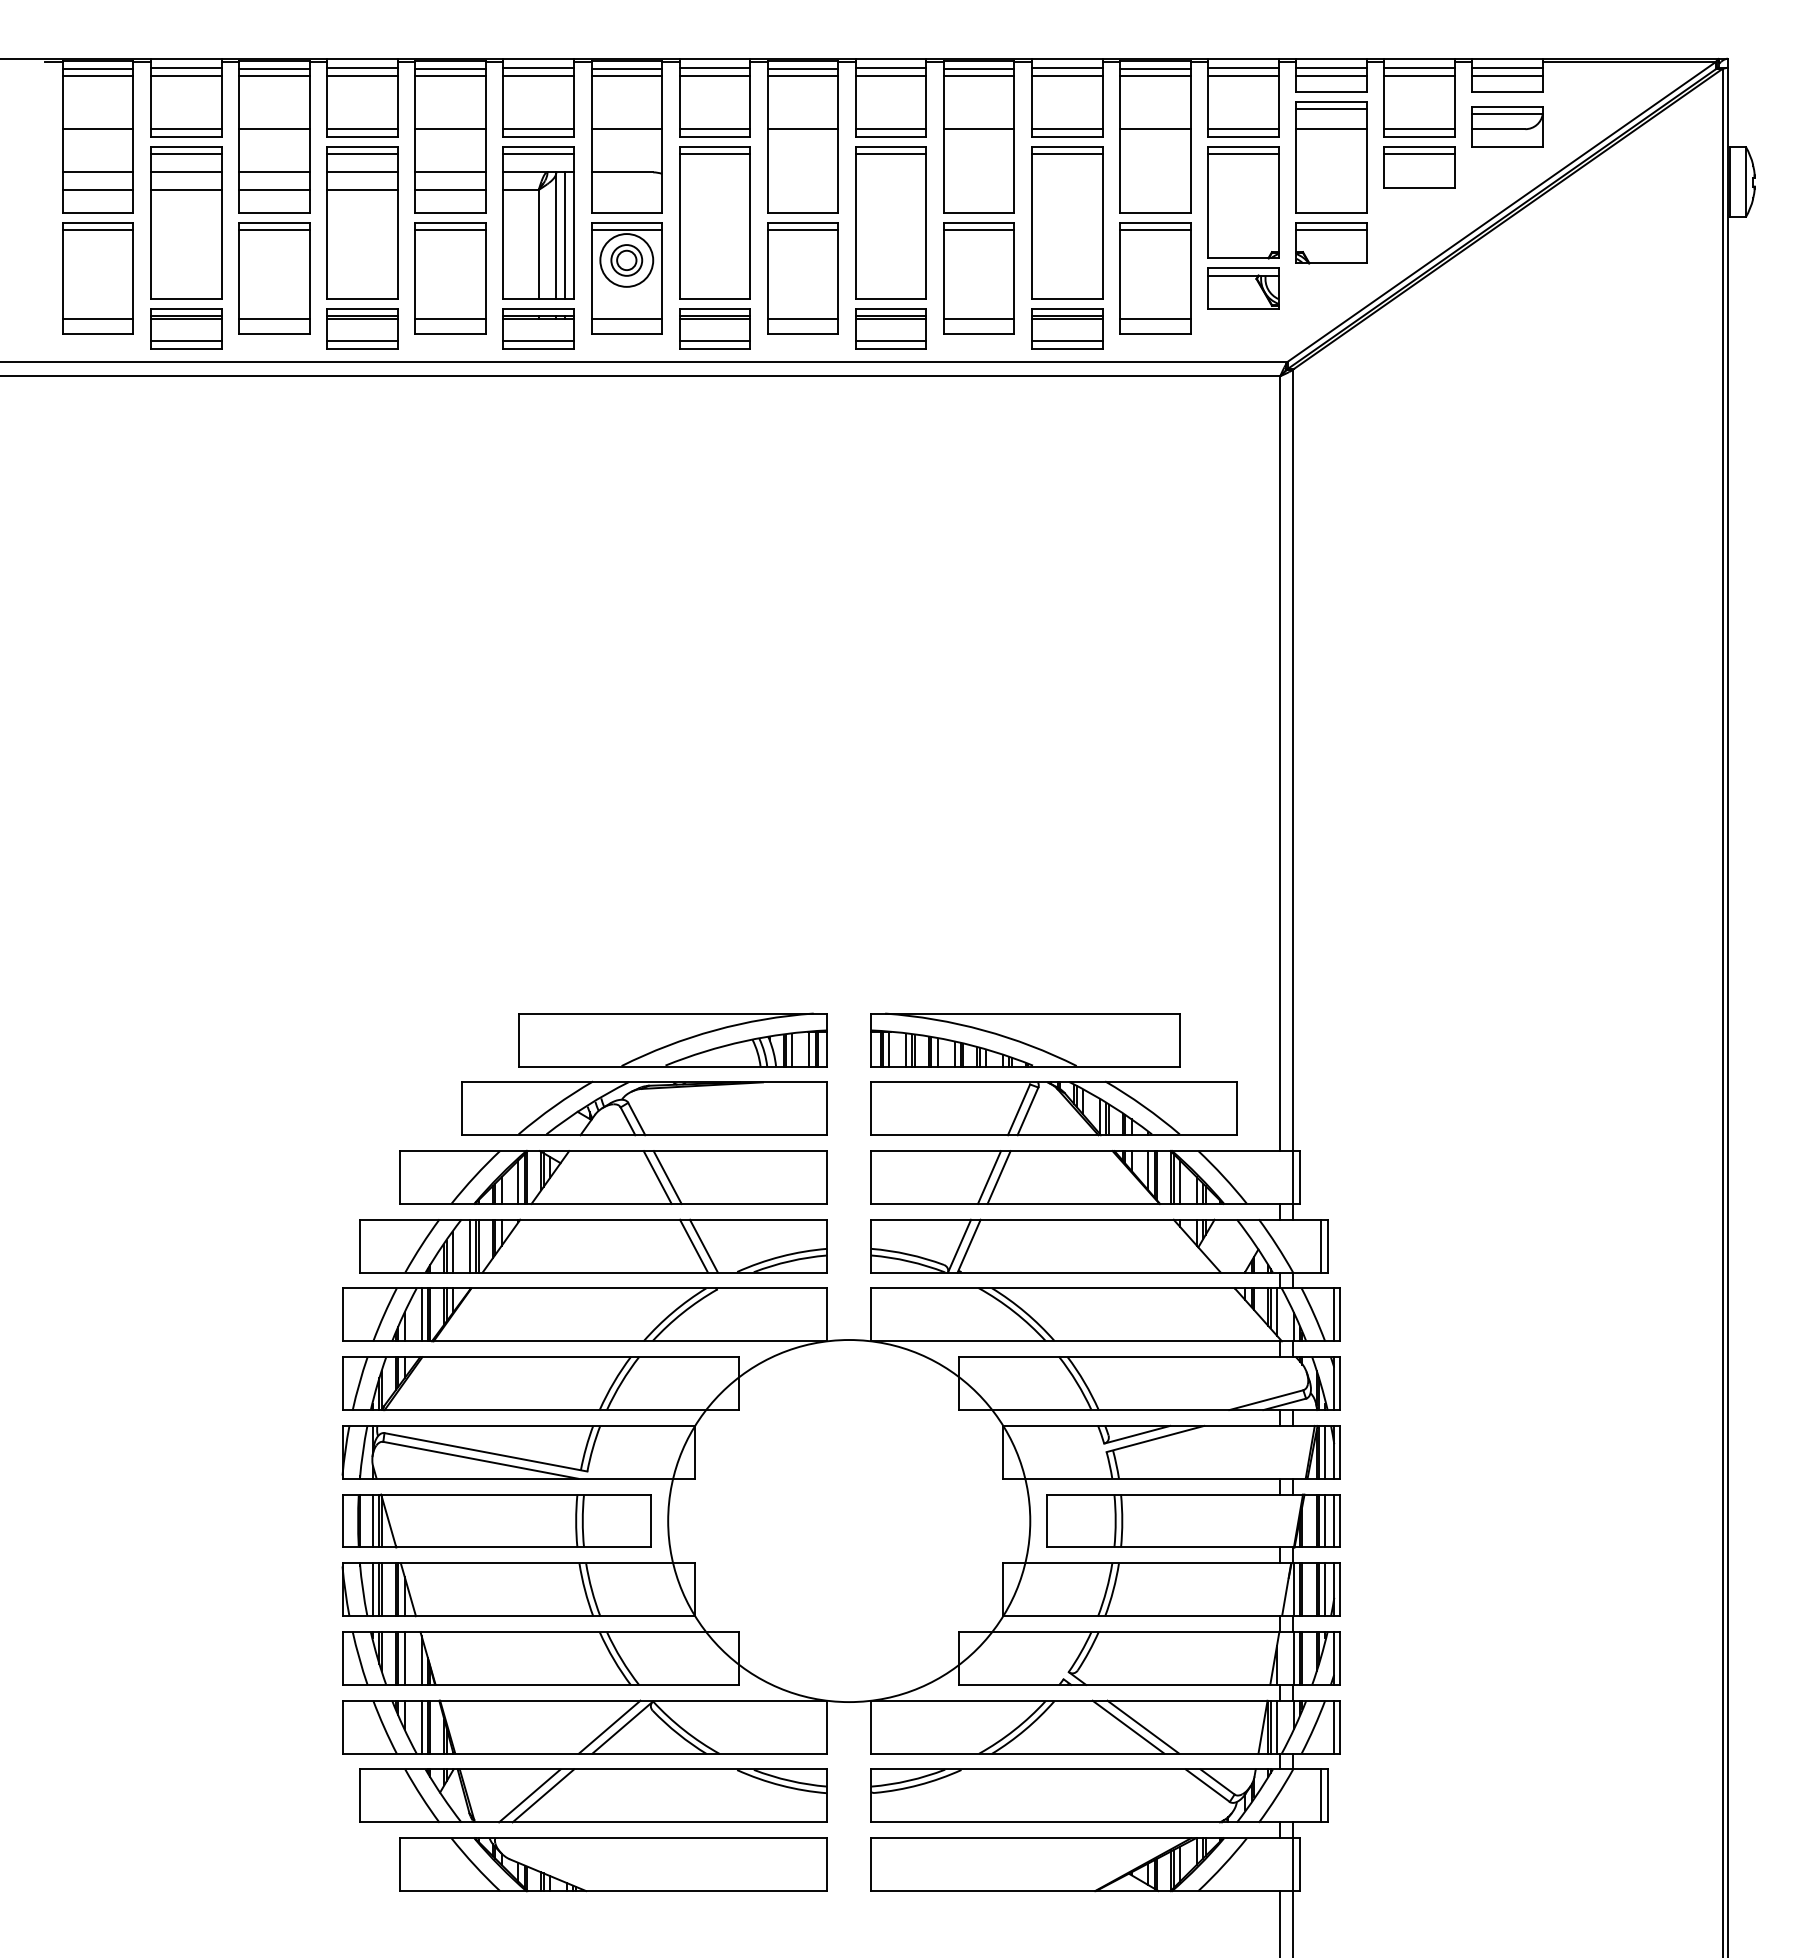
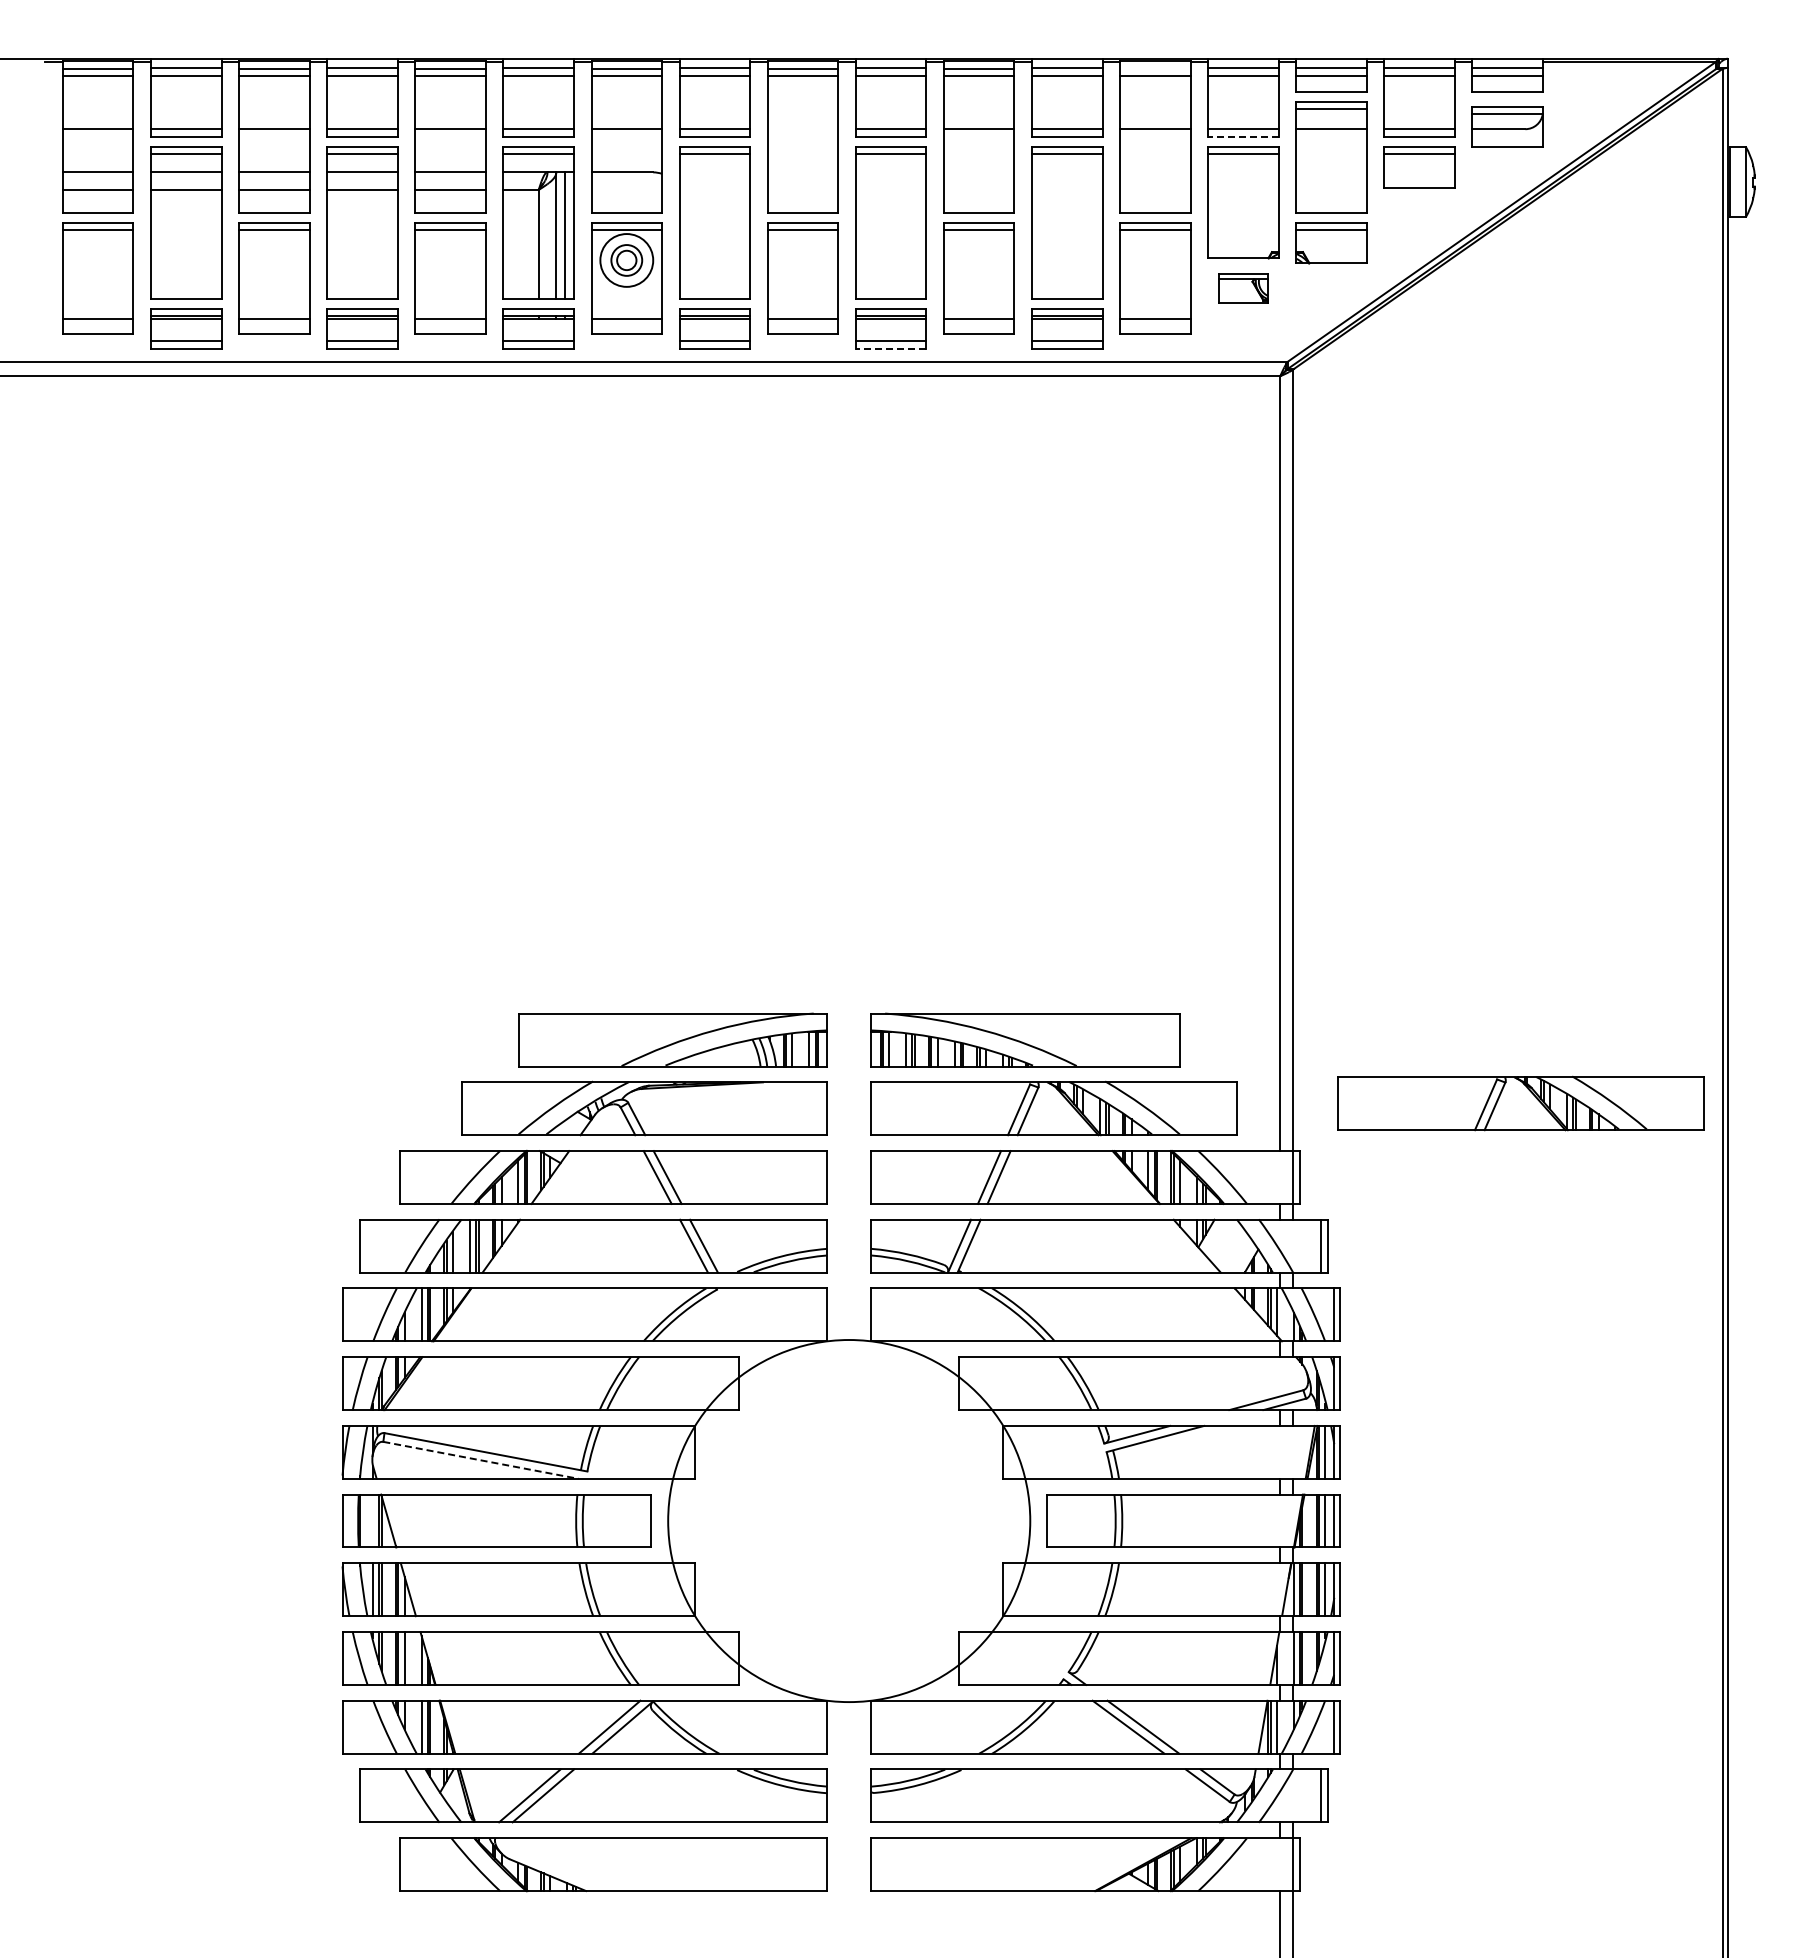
line at (1155, 68): present -> none
line at (802, 129): present -> none
line at (1242, 137): solid -> dashed
part at (1243, 288) size: 73x43 px -> 51x31 px
line at (890, 349): solid -> dashed
part at (1520, 1103): none -> present
line at (481, 1460): solid -> dashed
line at (373, 1520): present -> none
